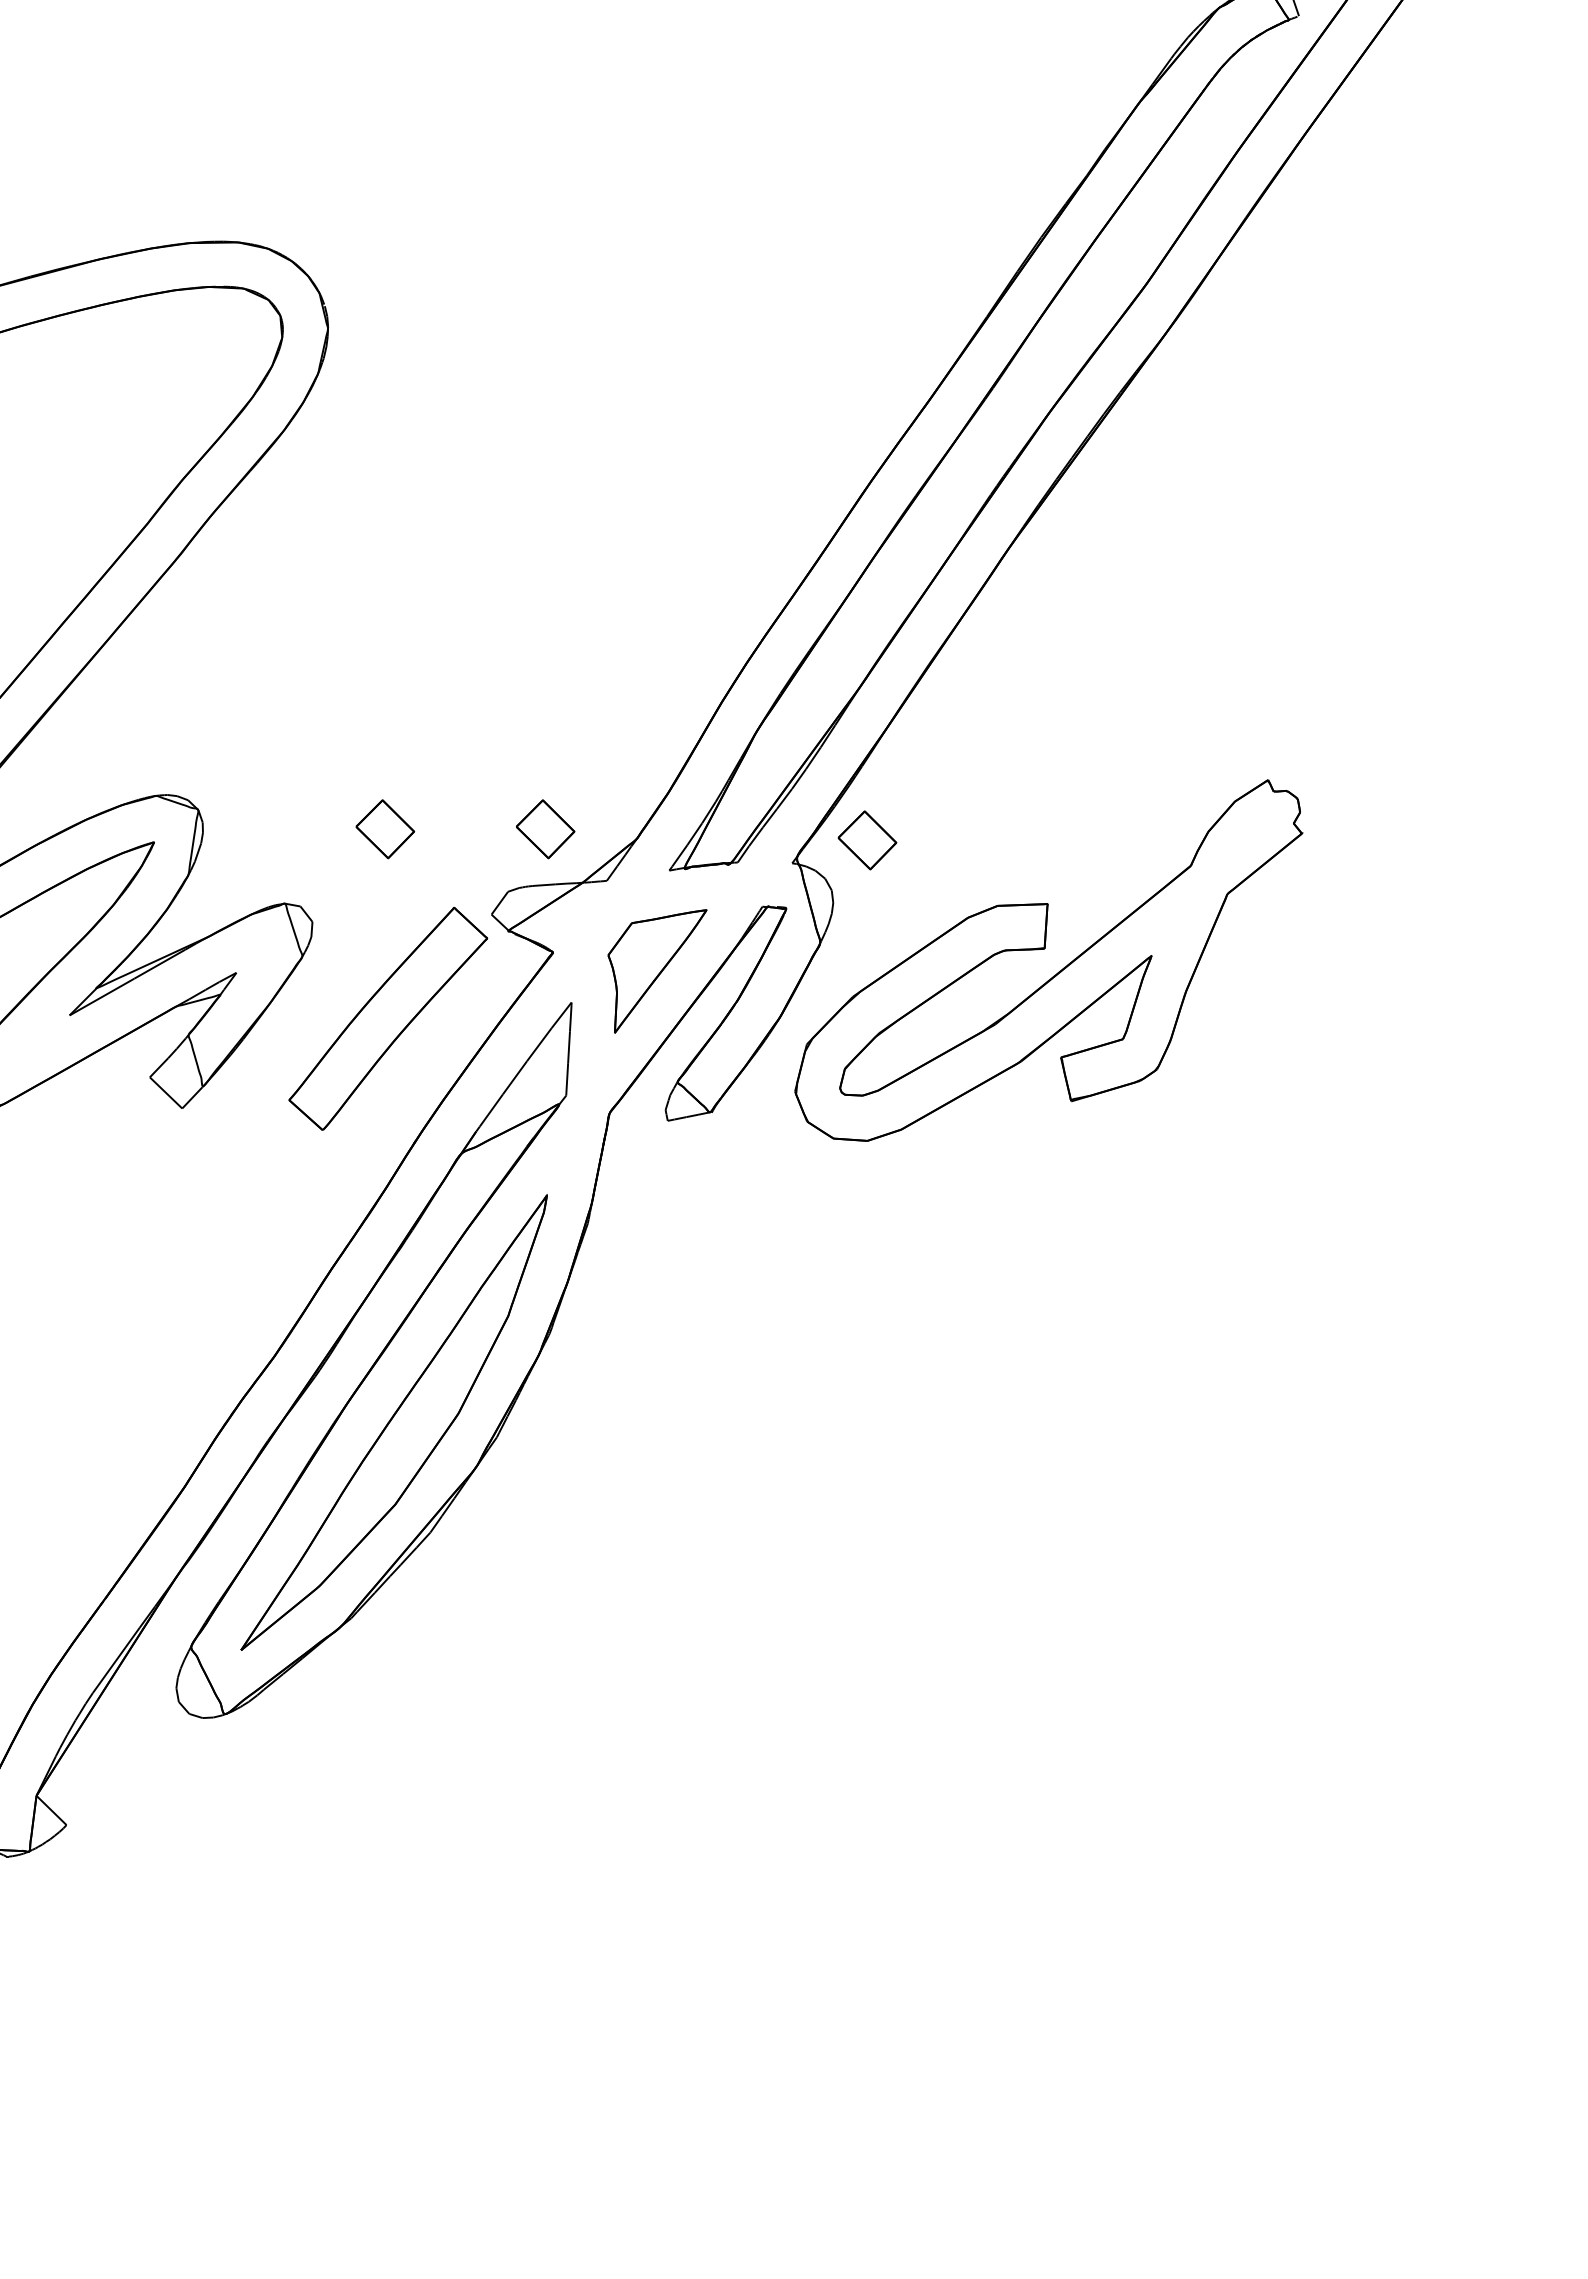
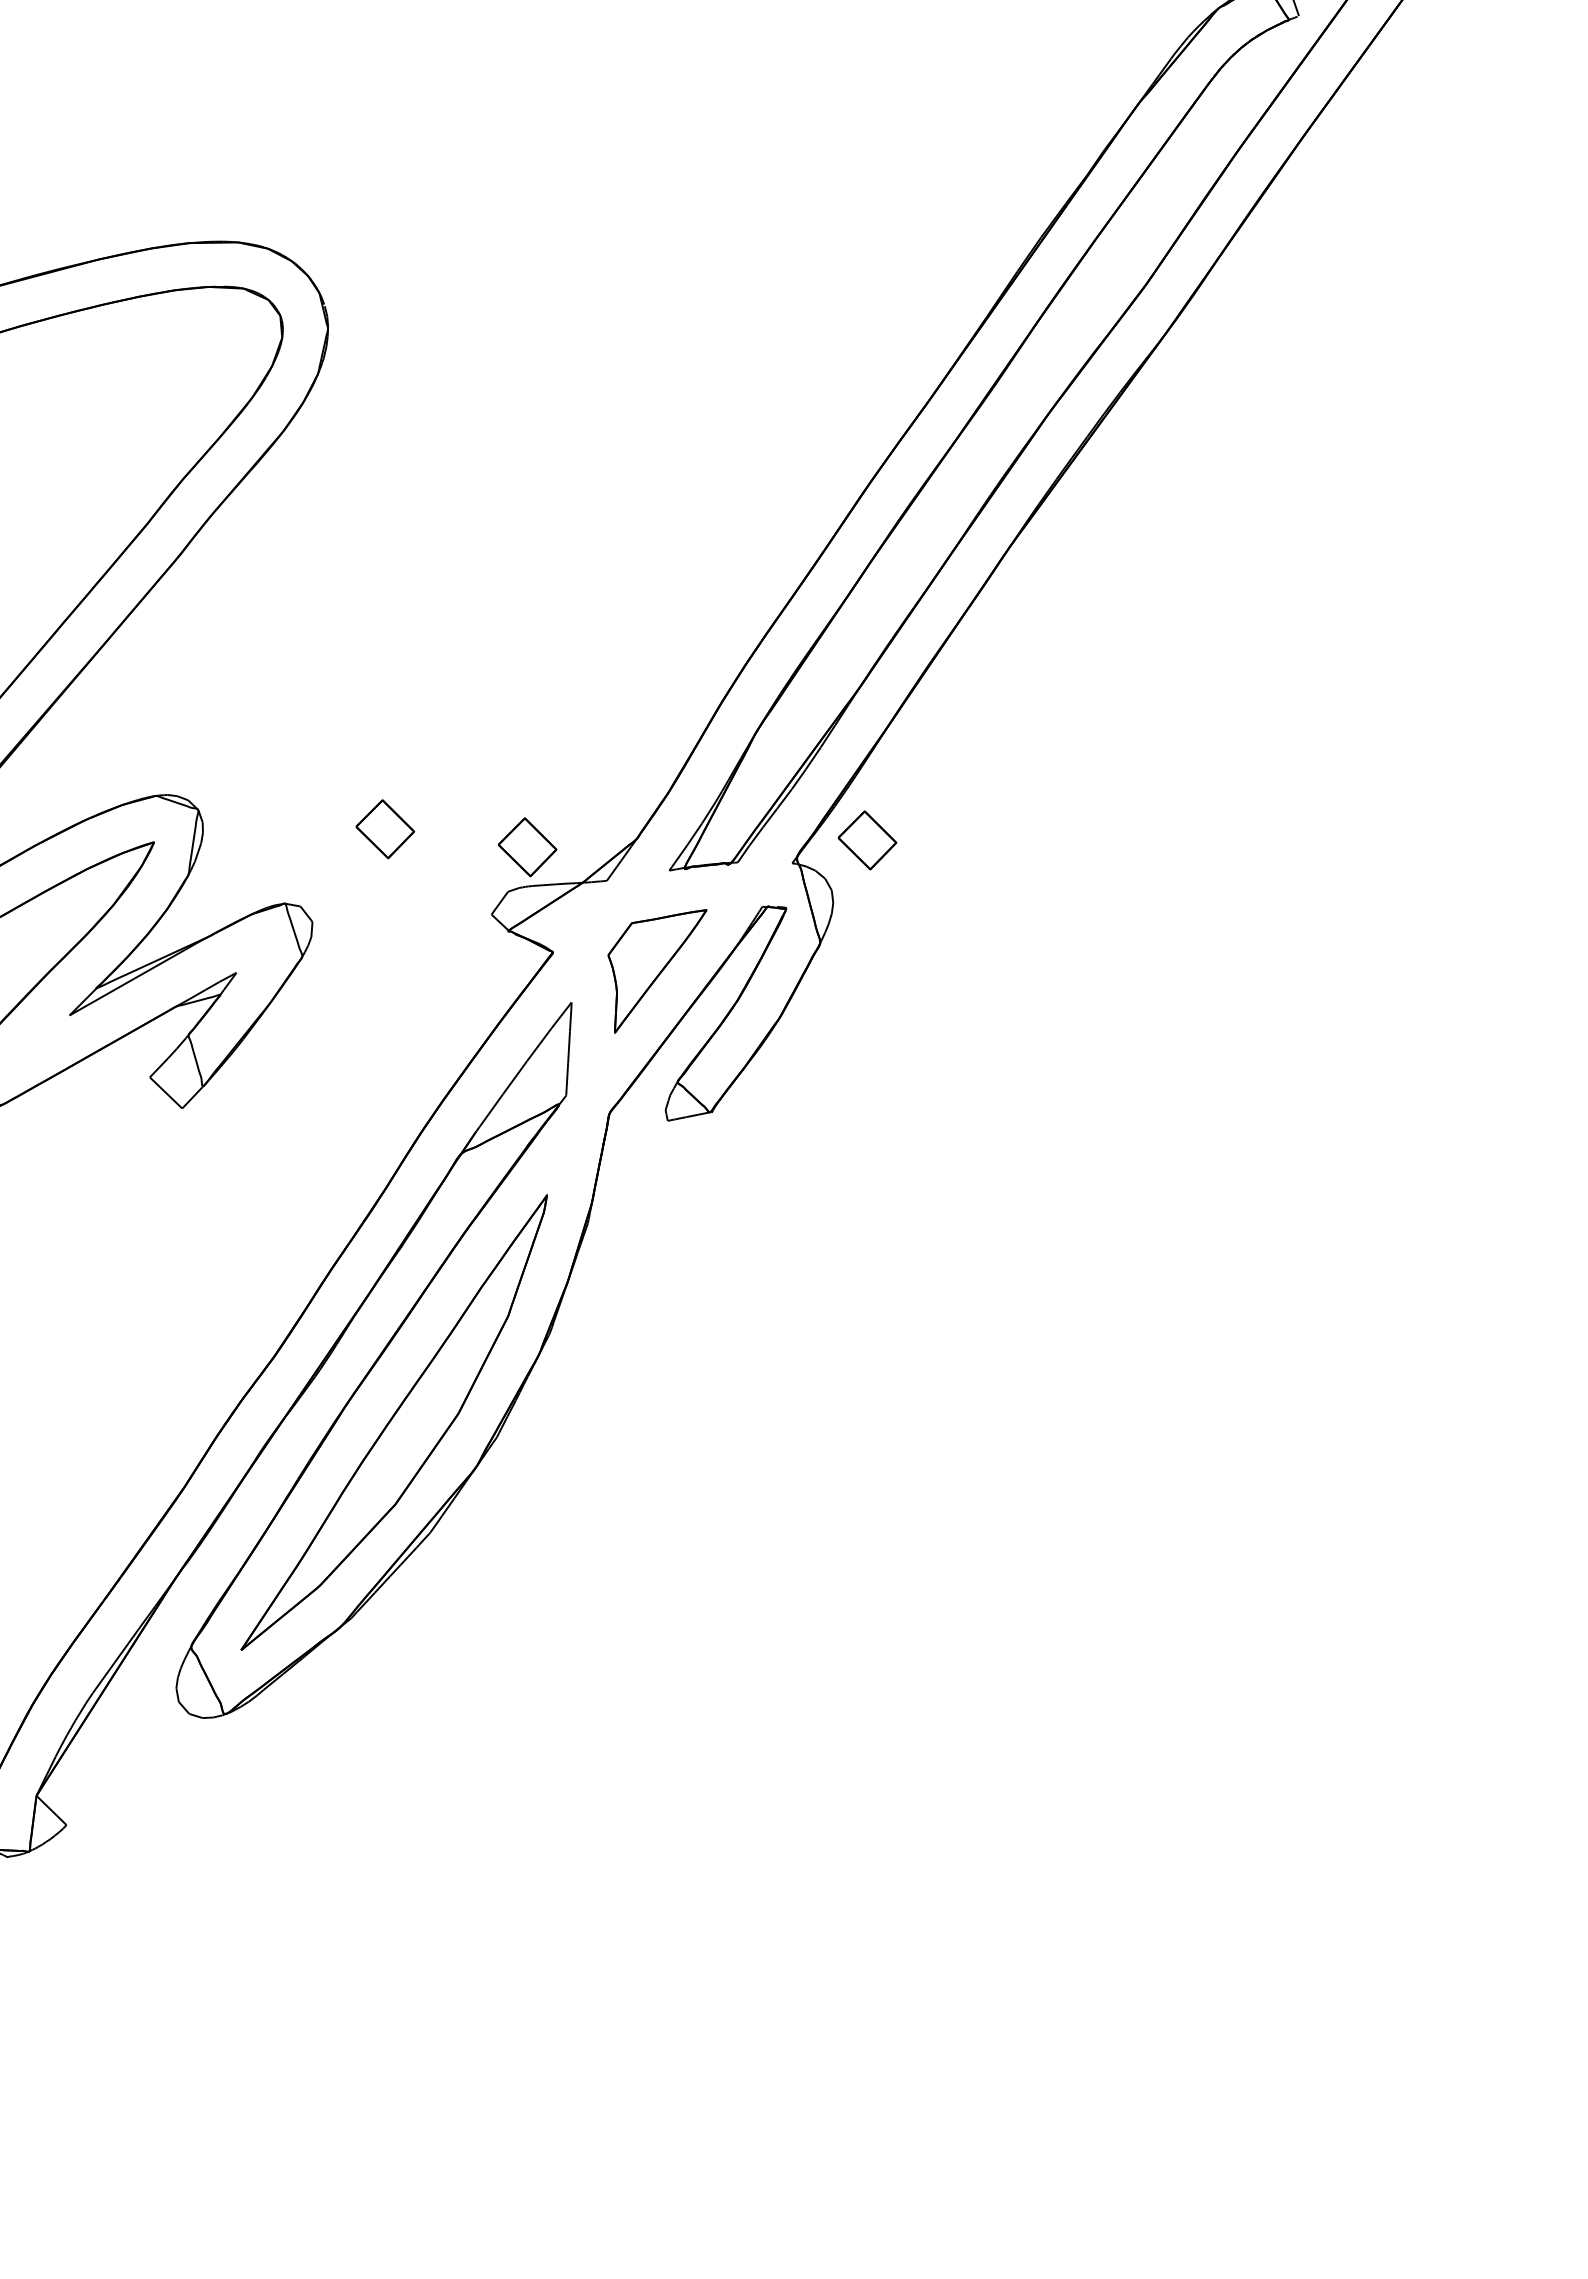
part at (545, 829) position: (545, 829) -> (527, 847)
part at (1044, 949): present -> none
part at (388, 1018): present -> none
